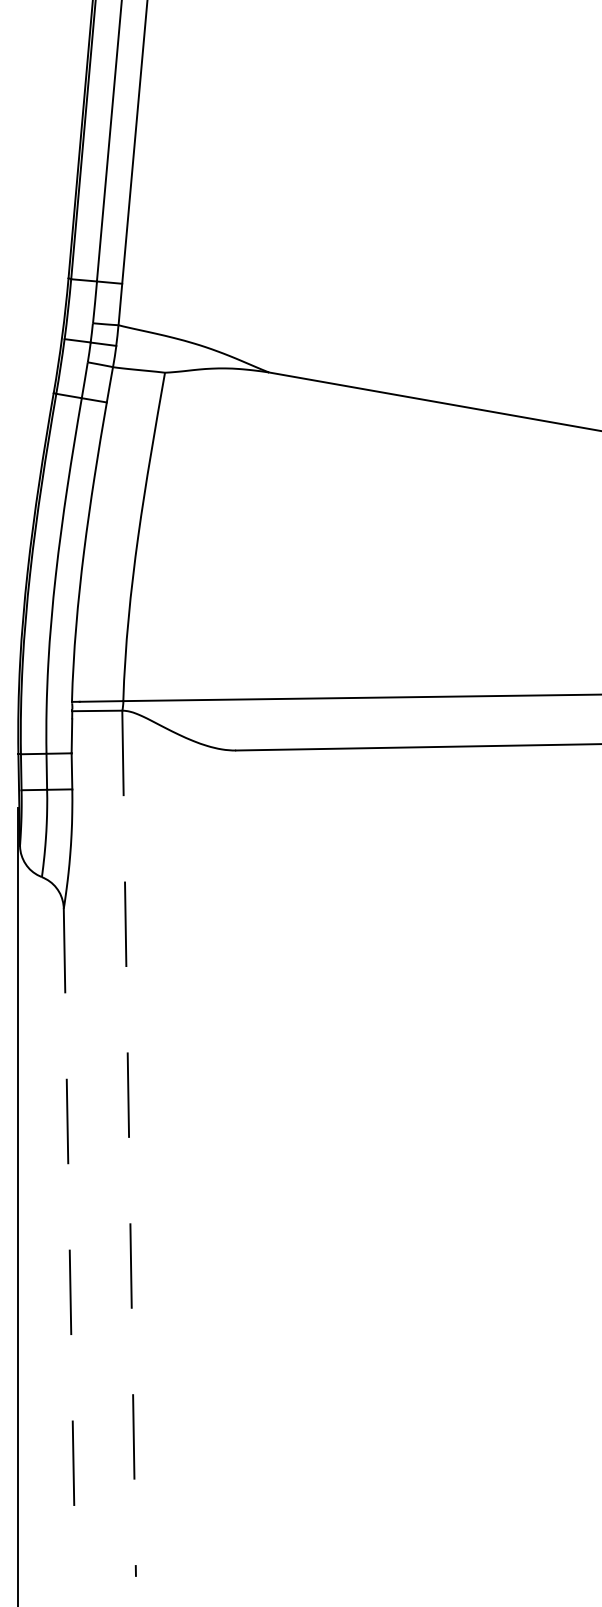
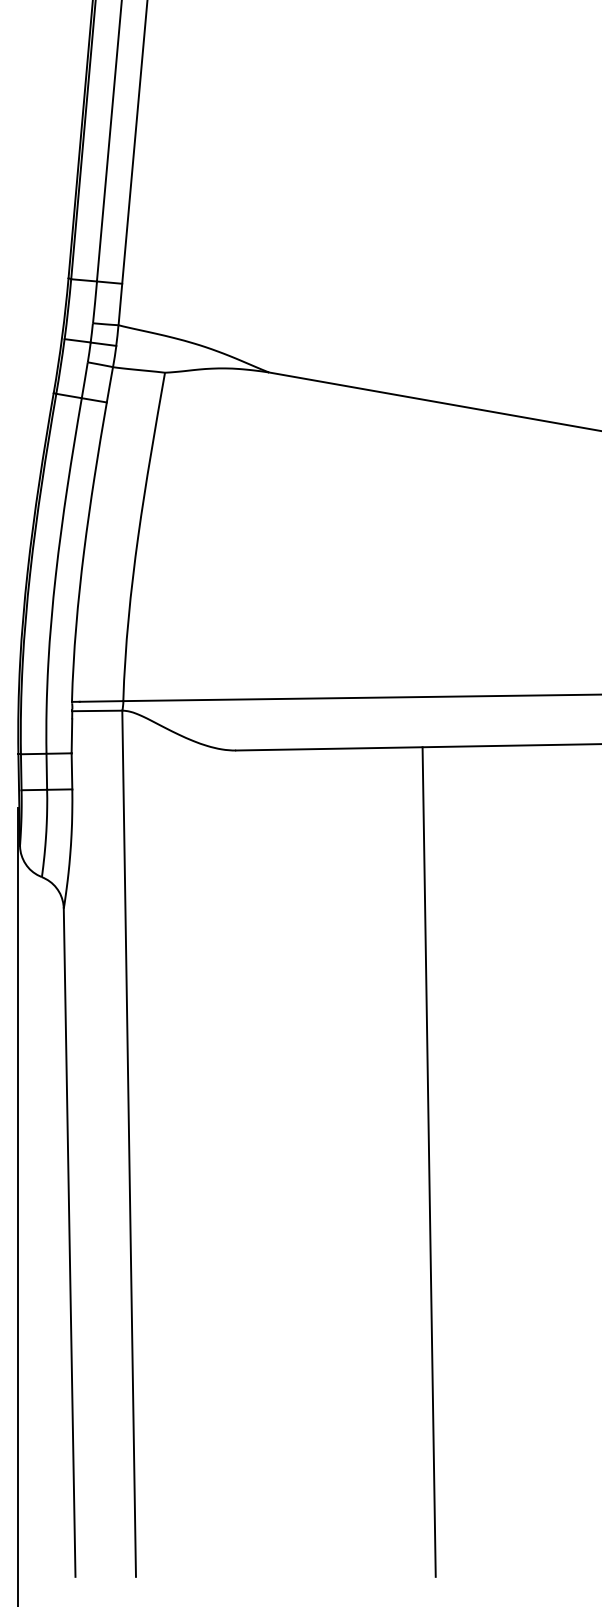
line at (129, 1144): dashed -> solid
line at (428, 1161): none -> present
line at (69, 1242): dashed -> solid
